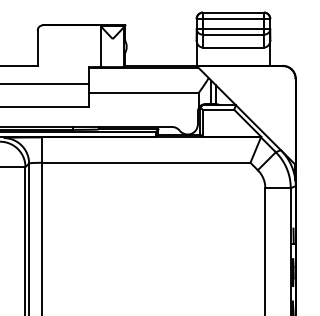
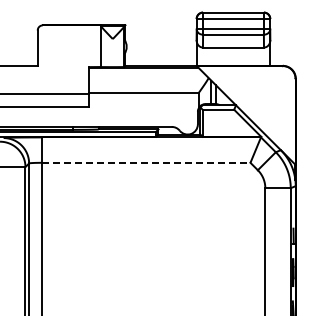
line at (45, 83) position: (45, 83) -> (45, 93)
line at (146, 162): solid -> dashed
